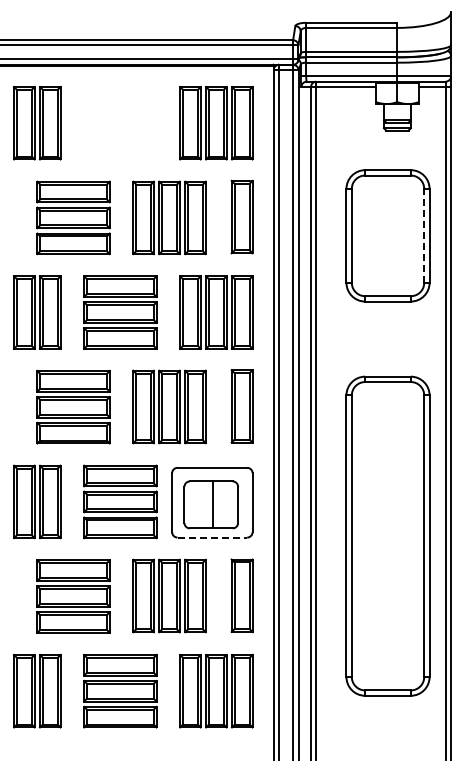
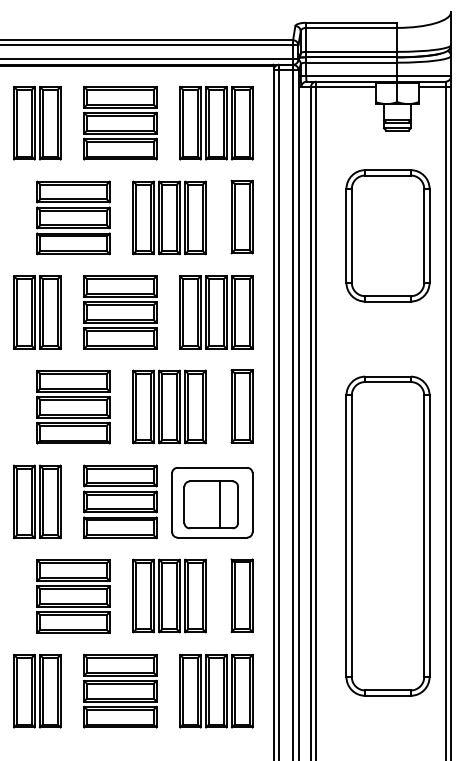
part at (120, 123): none -> present
line at (424, 235): dashed -> solid
line at (212, 504) position: (212, 504) -> (219, 504)
line at (212, 537): dashed -> solid
